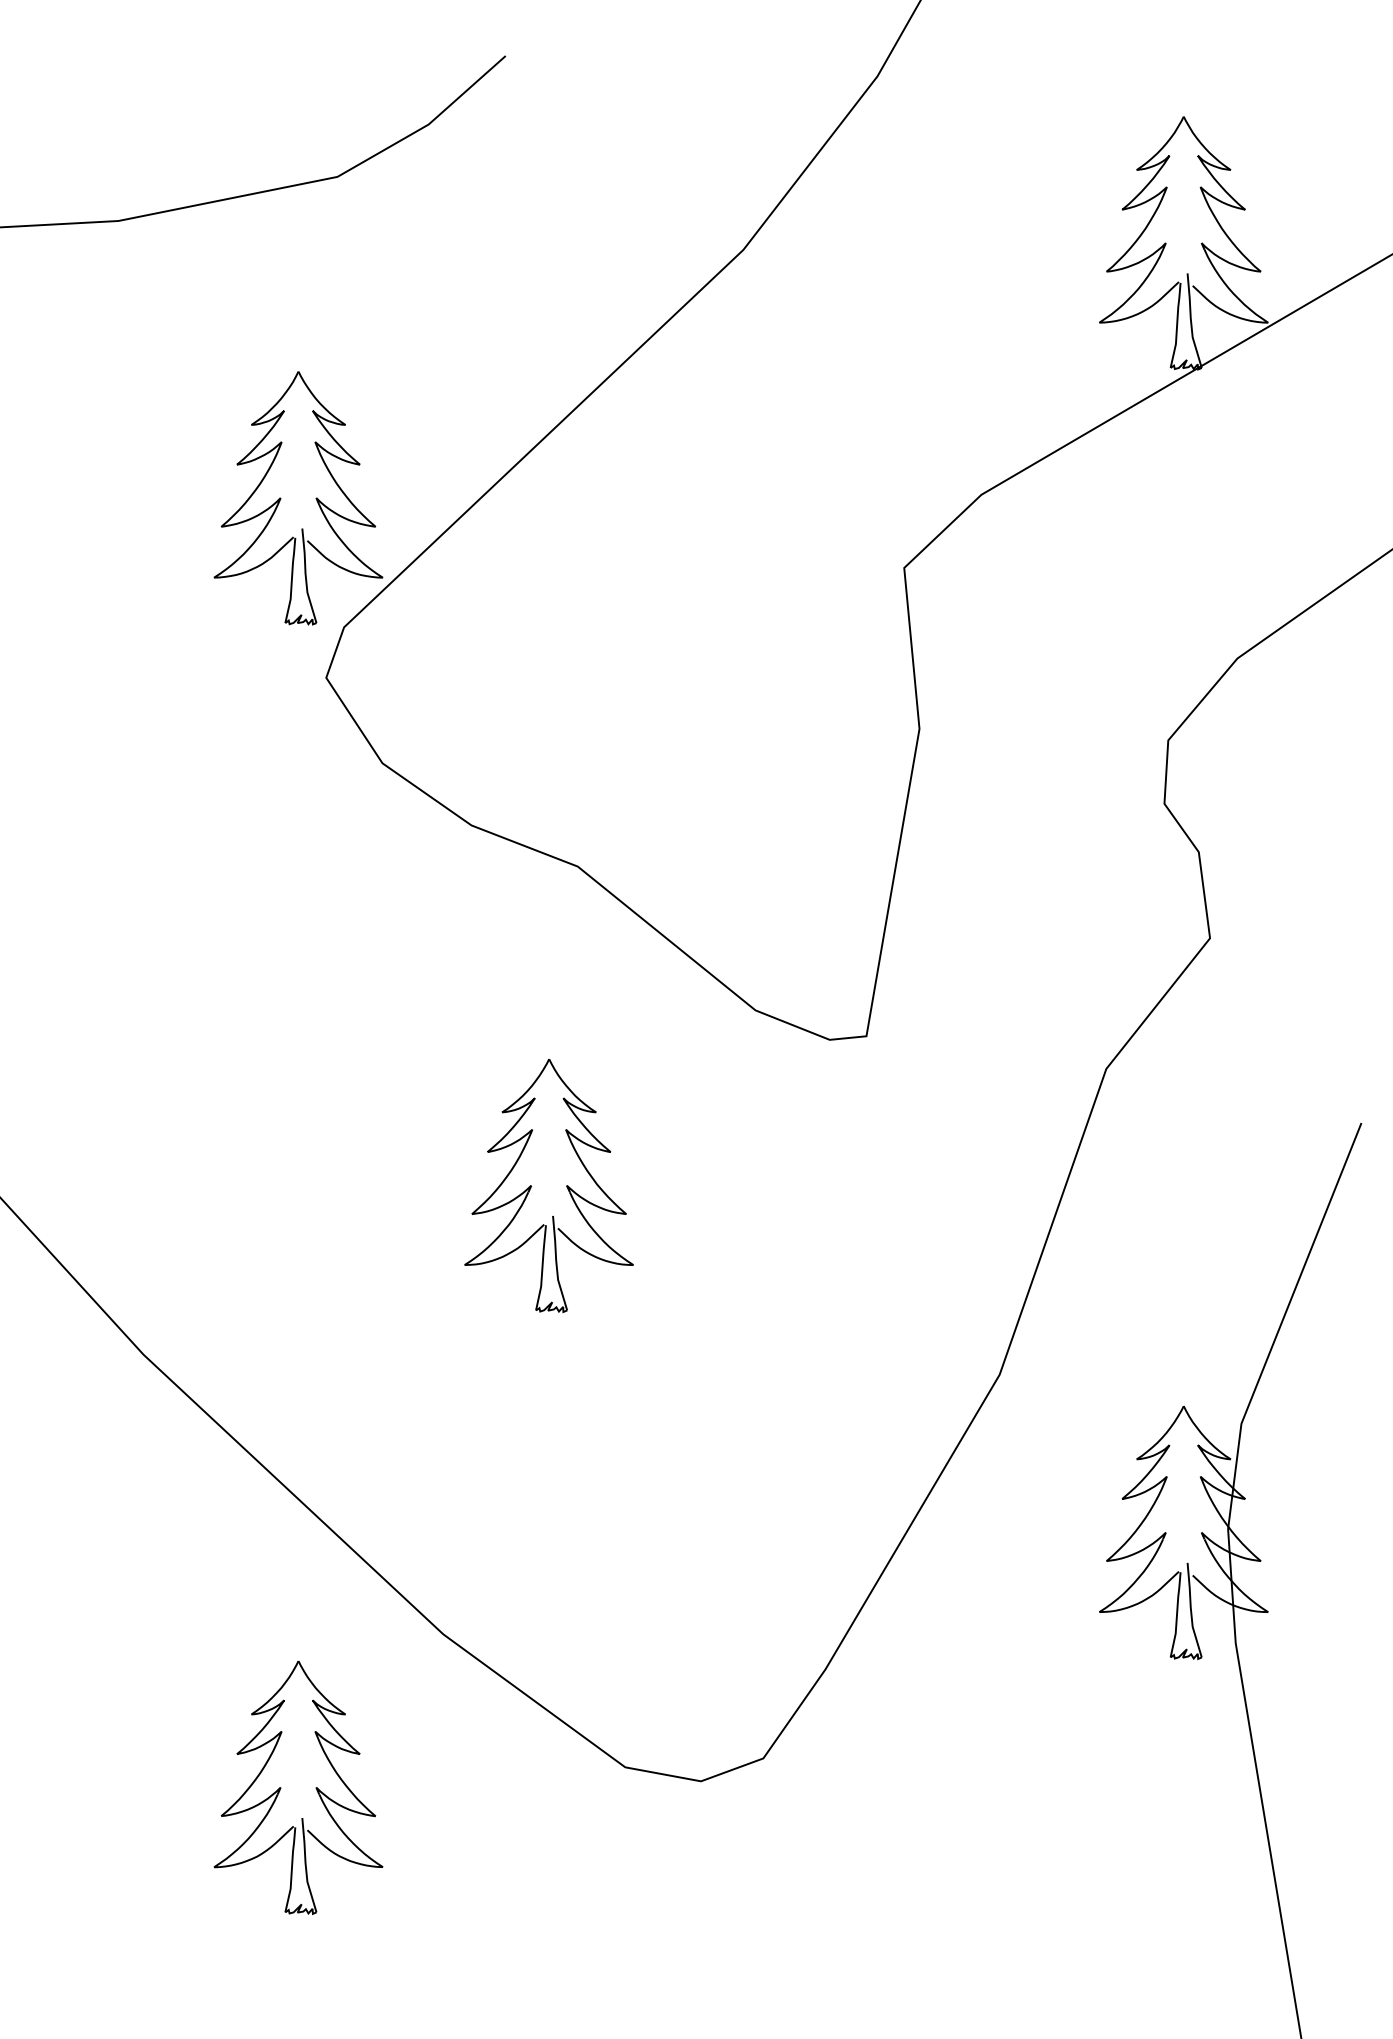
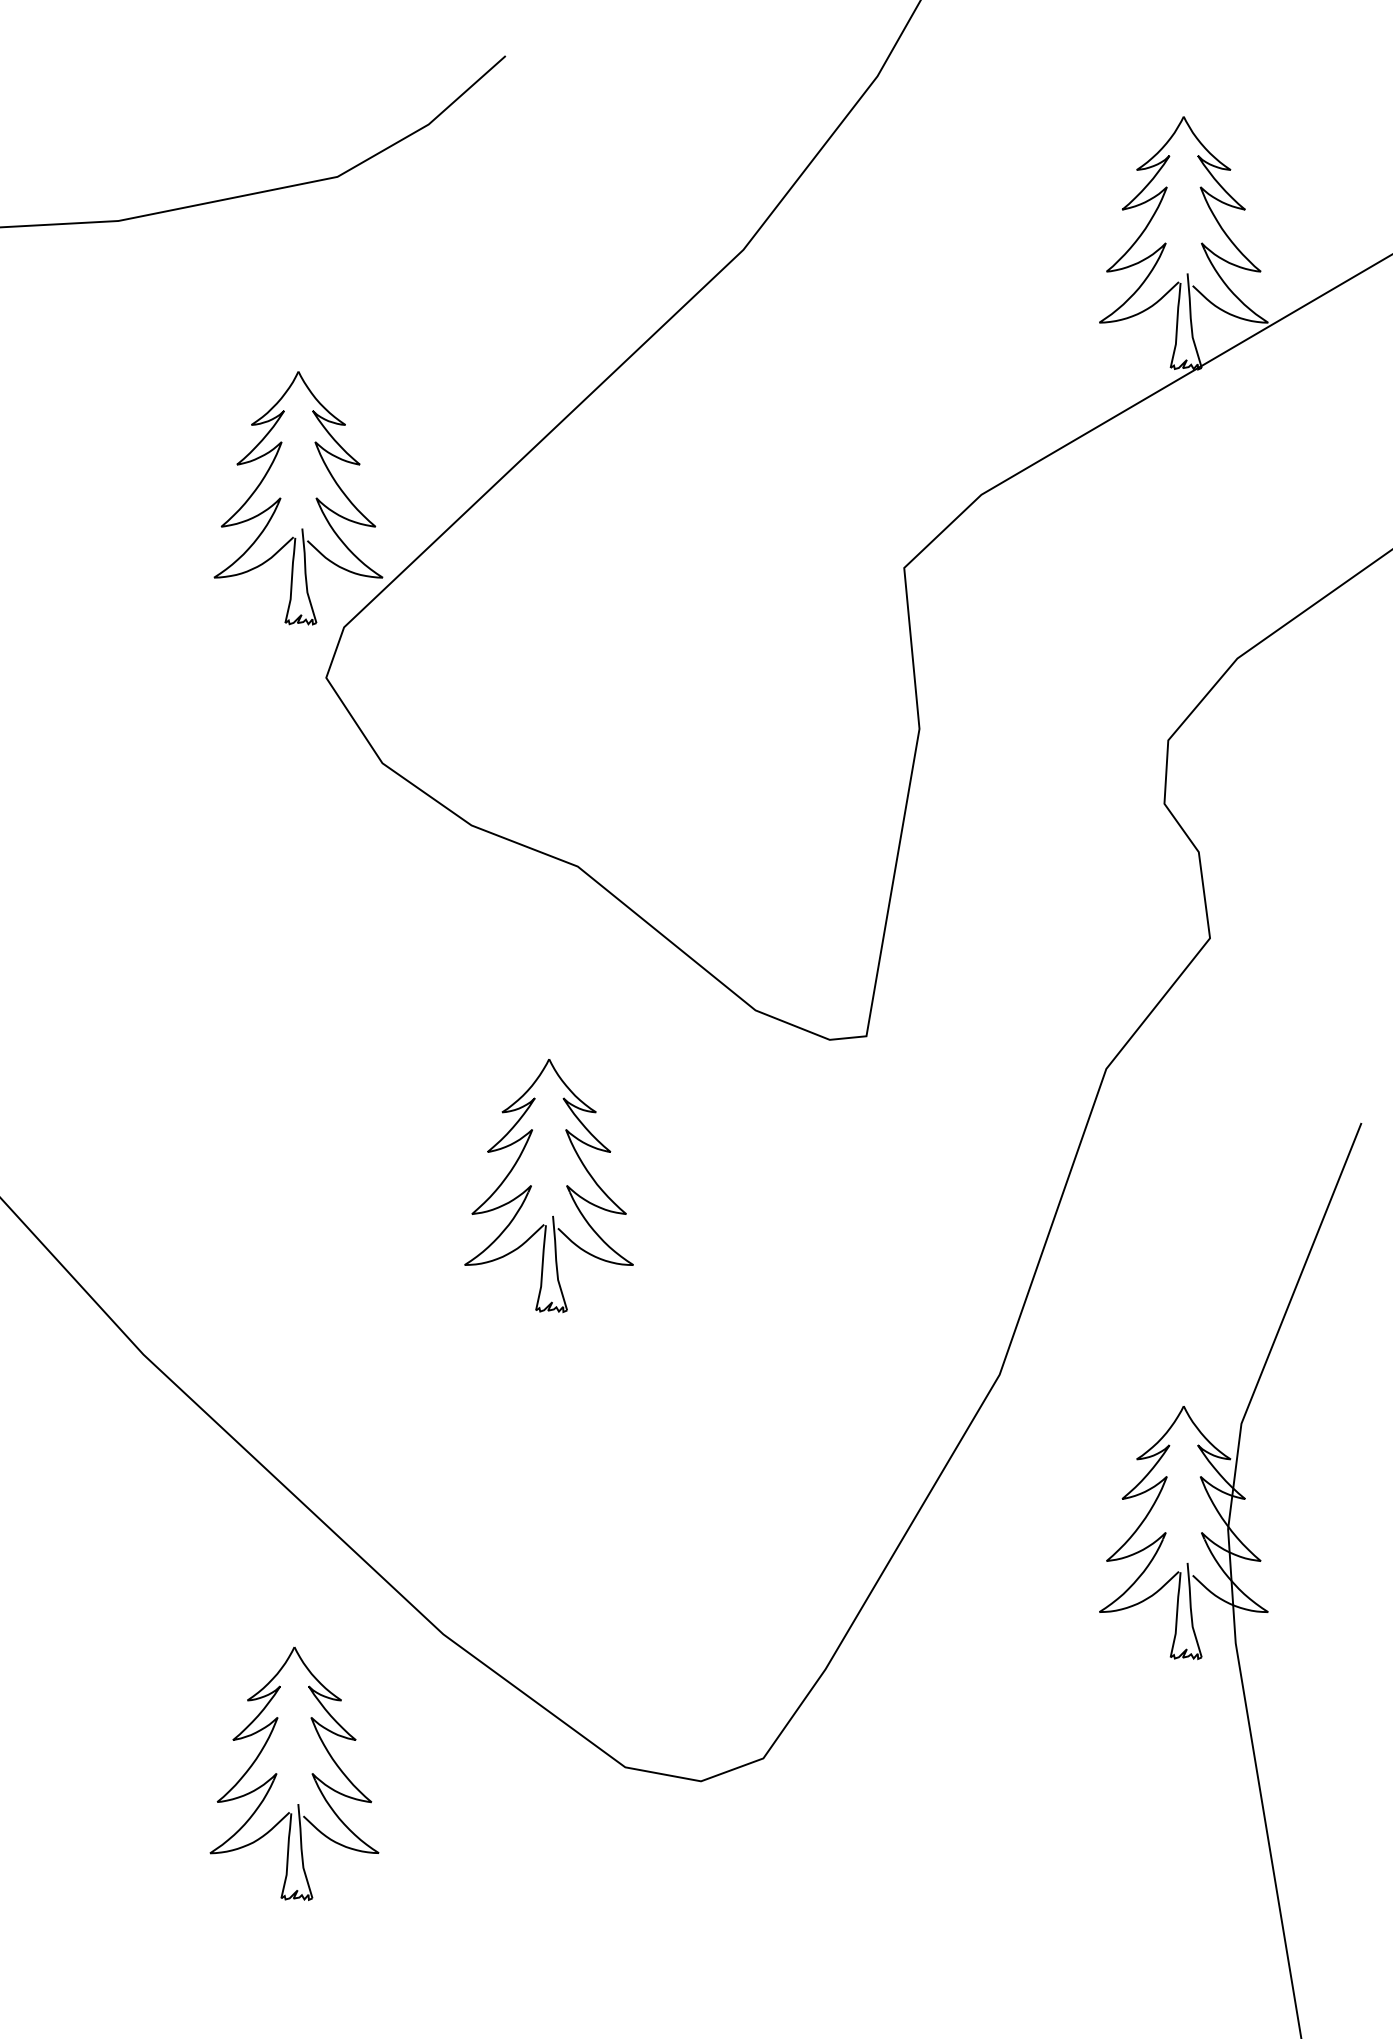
part at (281, 1787) position: (281, 1787) -> (277, 1773)
